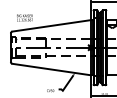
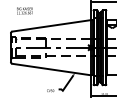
text at (24, 17) position: (24, 17) -> (24, 10)
